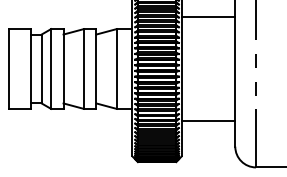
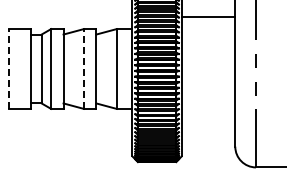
line at (8, 69): solid -> dashed
line at (83, 69): solid -> dashed
line at (208, 120): present -> none
